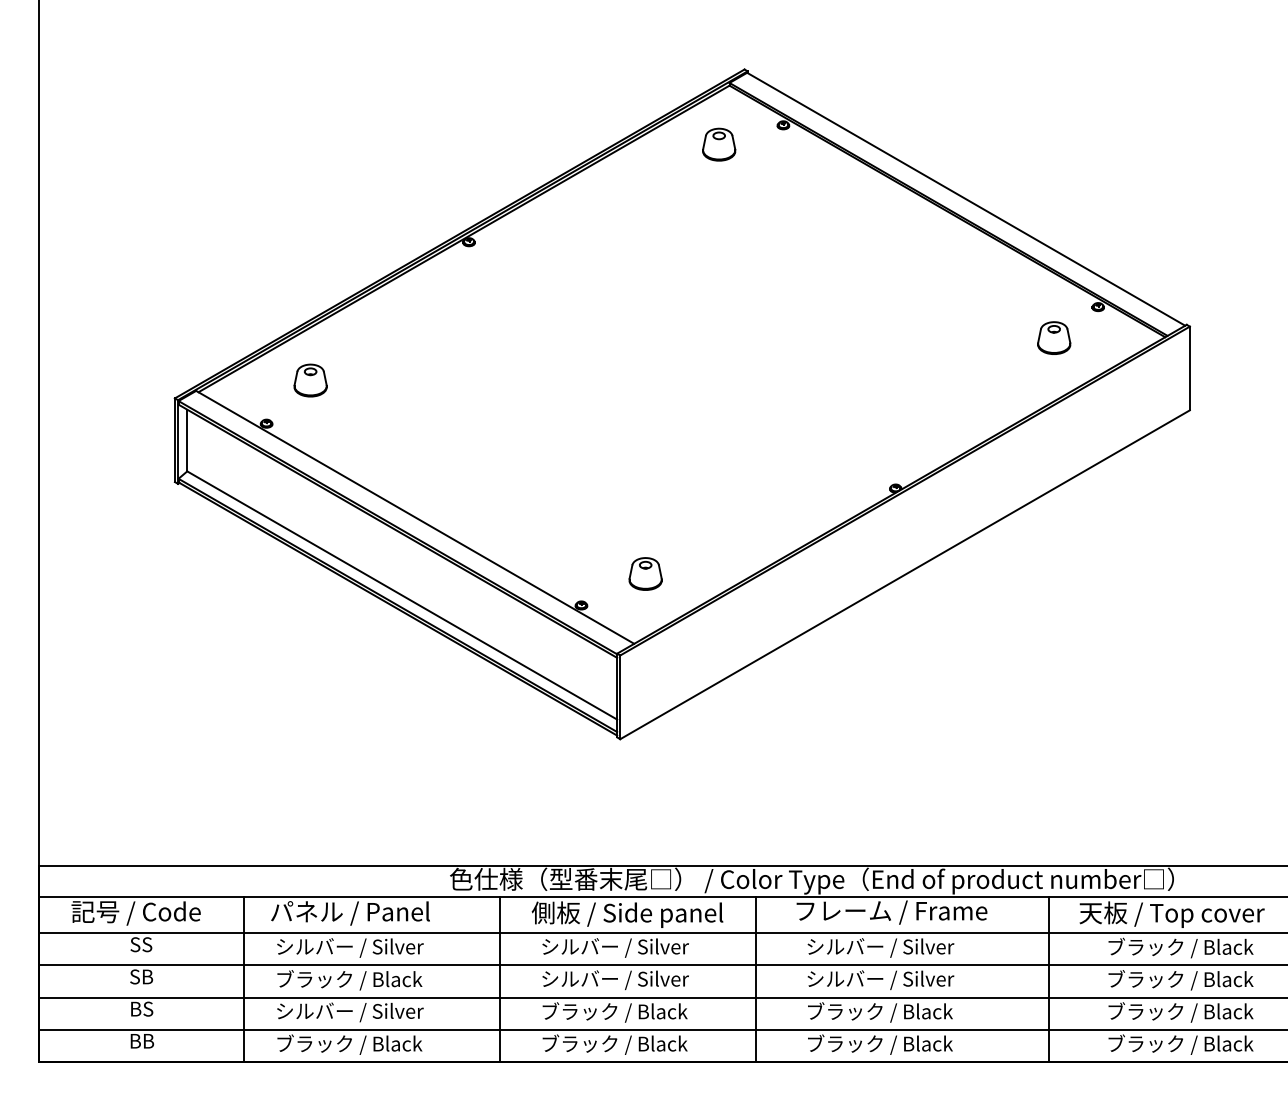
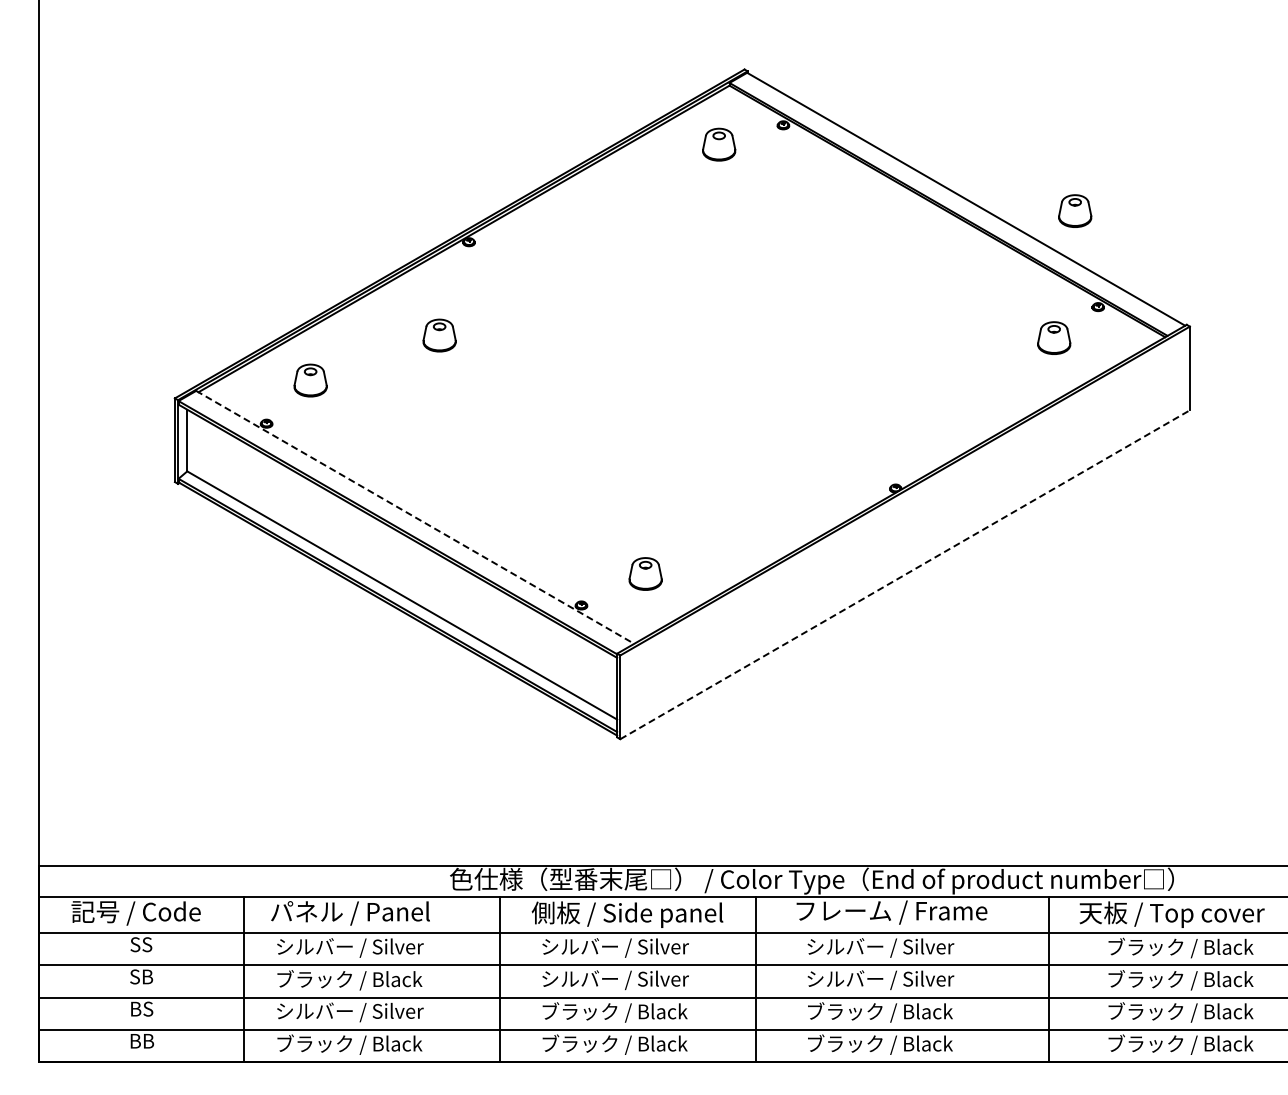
part at (1075, 210): none -> present
part at (439, 335): none -> present
line at (415, 517): solid -> dashed
line at (905, 574): solid -> dashed
